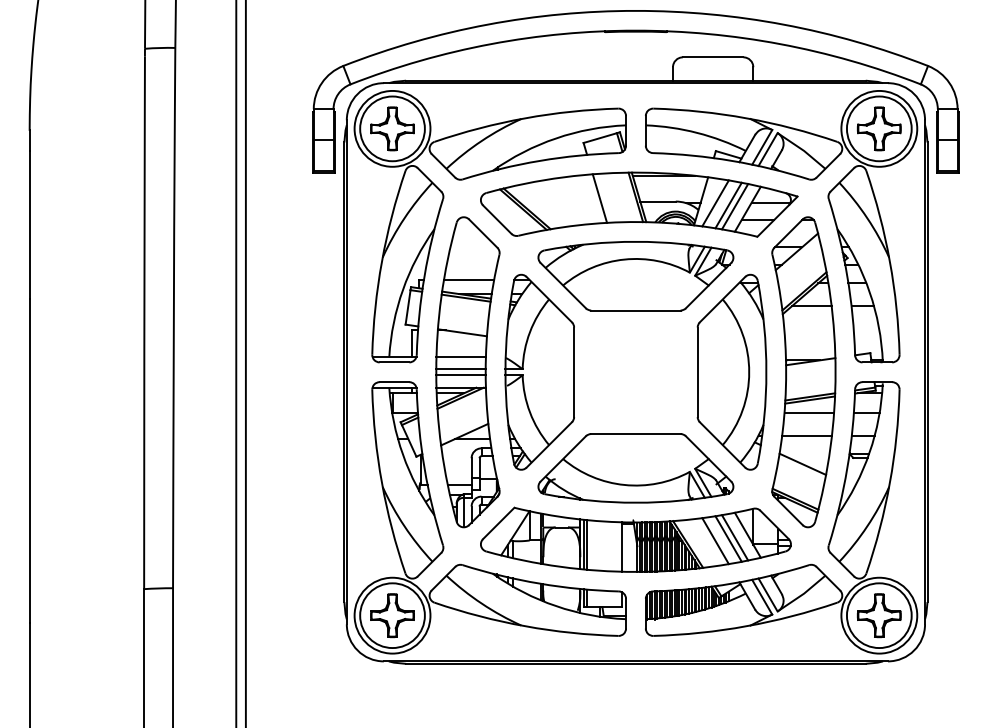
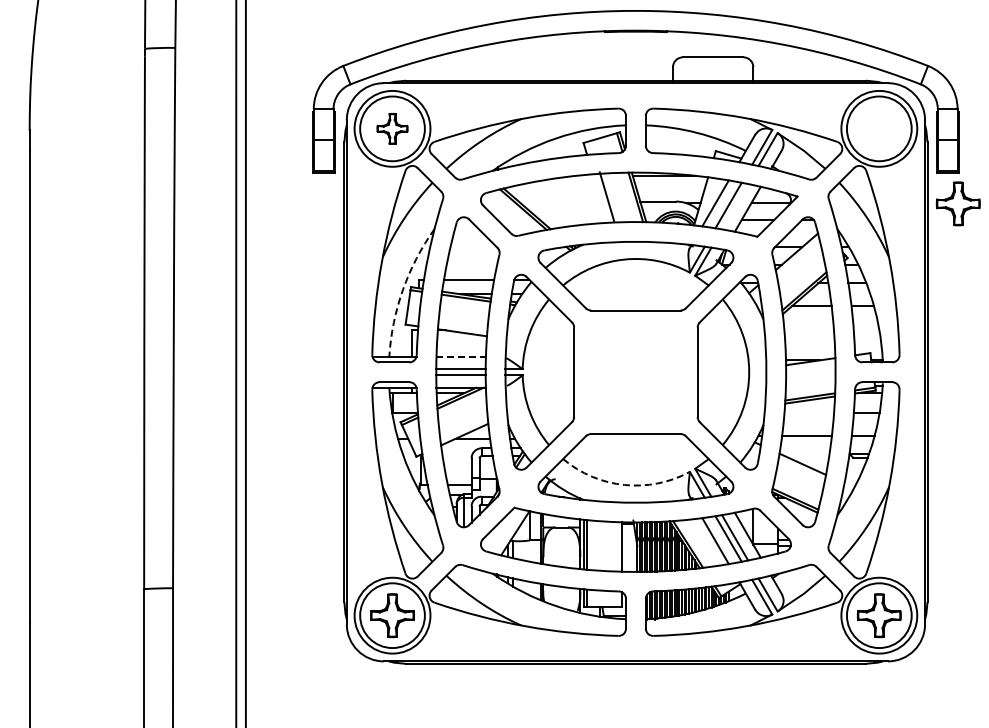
part at (392, 128) size: 45x46 px -> 33x32 px
part at (878, 128) position: (878, 128) -> (957, 203)
line at (599, 198) position: (599, 198) -> (606, 196)
line at (735, 206): present -> none
arc at (402, 289): solid -> dashed
line at (461, 356): solid -> dashed
line at (809, 412): present -> none
arc at (624, 485): solid -> dashed
